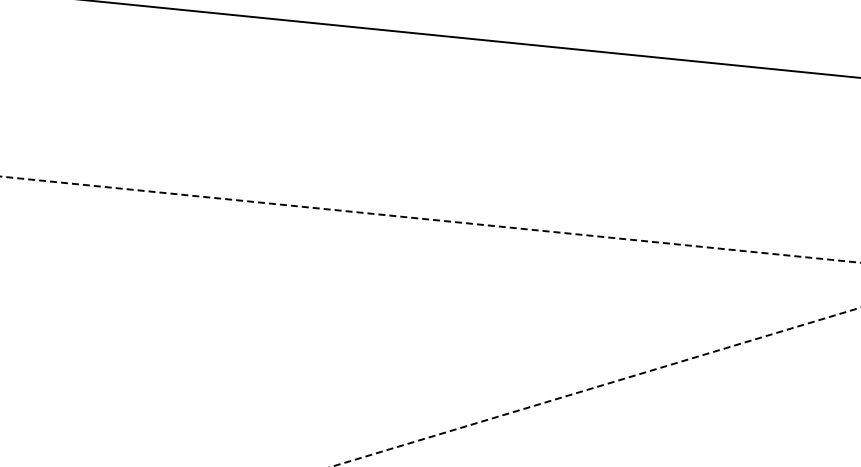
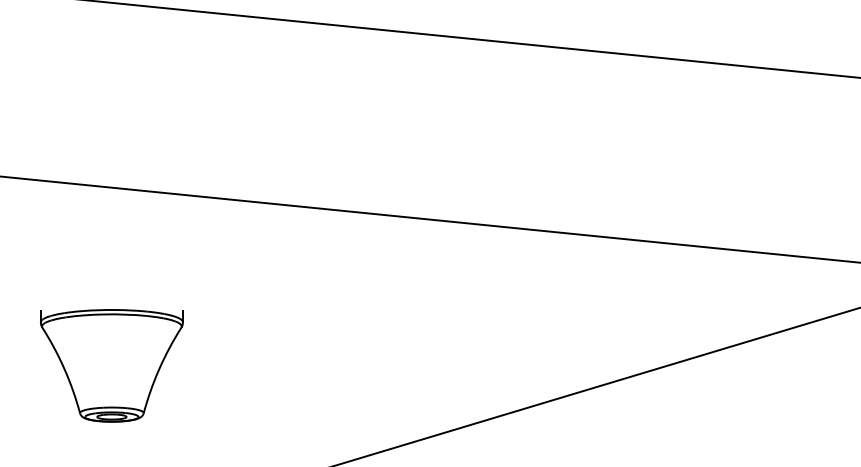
line at (430, 219): dashed -> solid
part at (111, 365): none -> present
line at (595, 387): dashed -> solid
